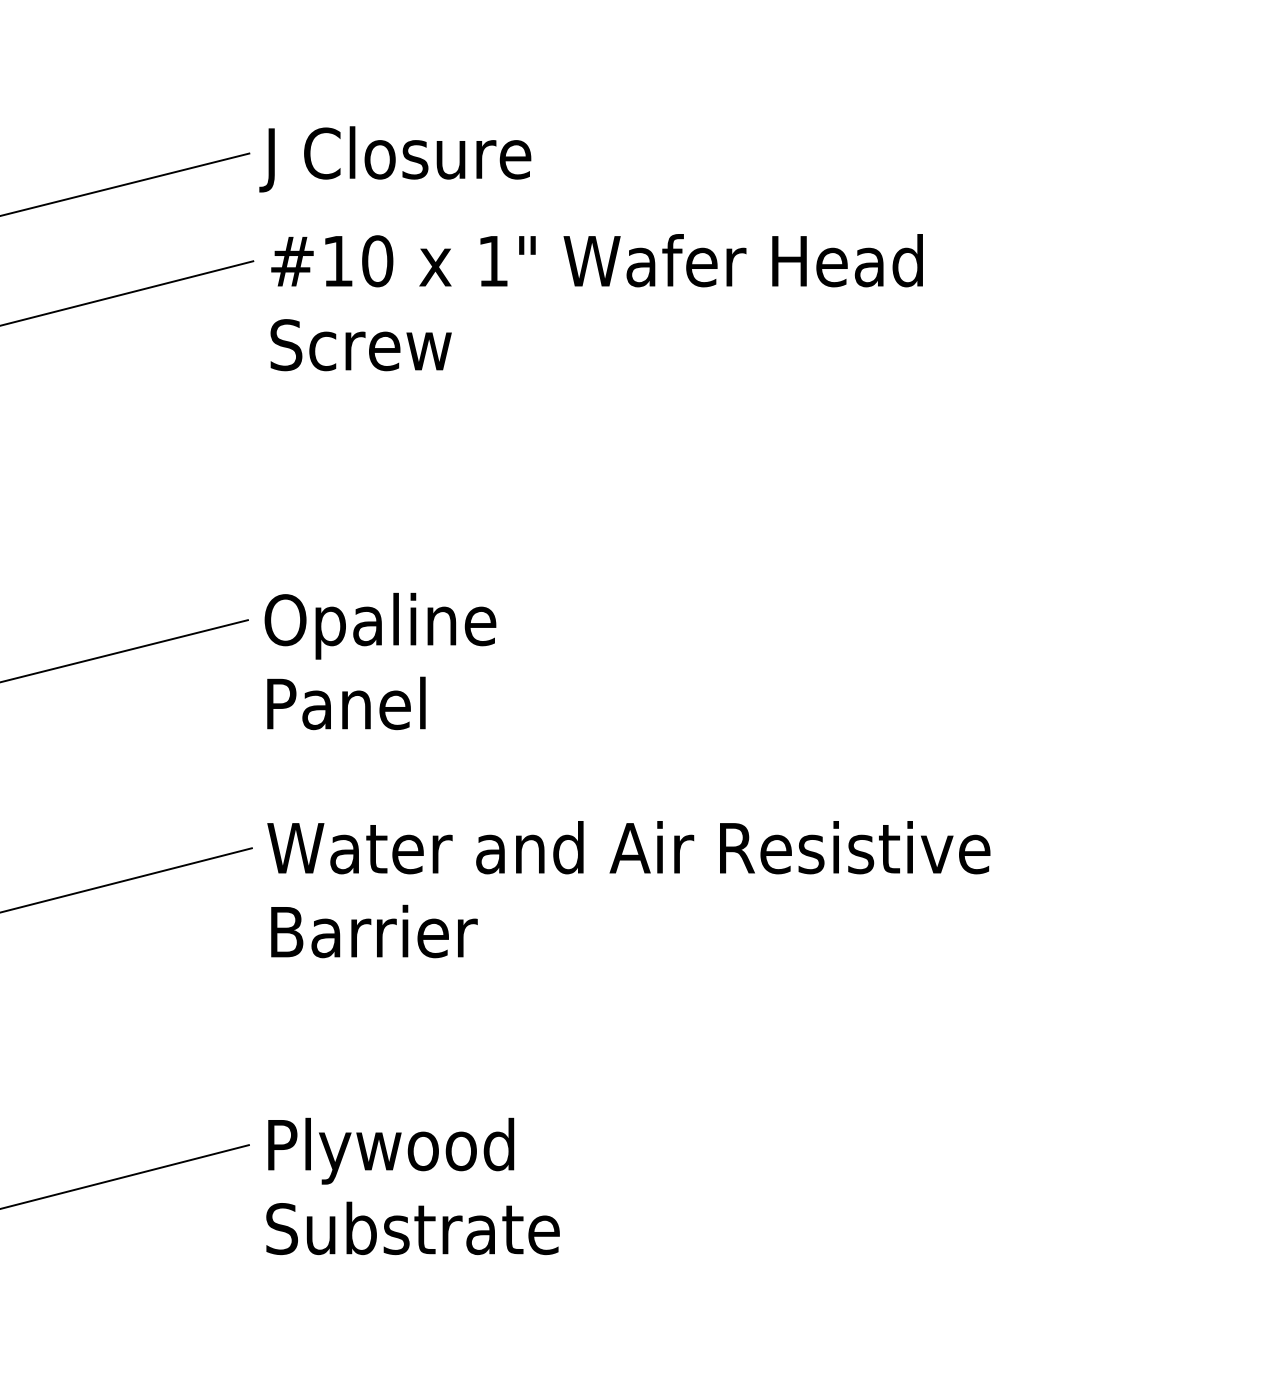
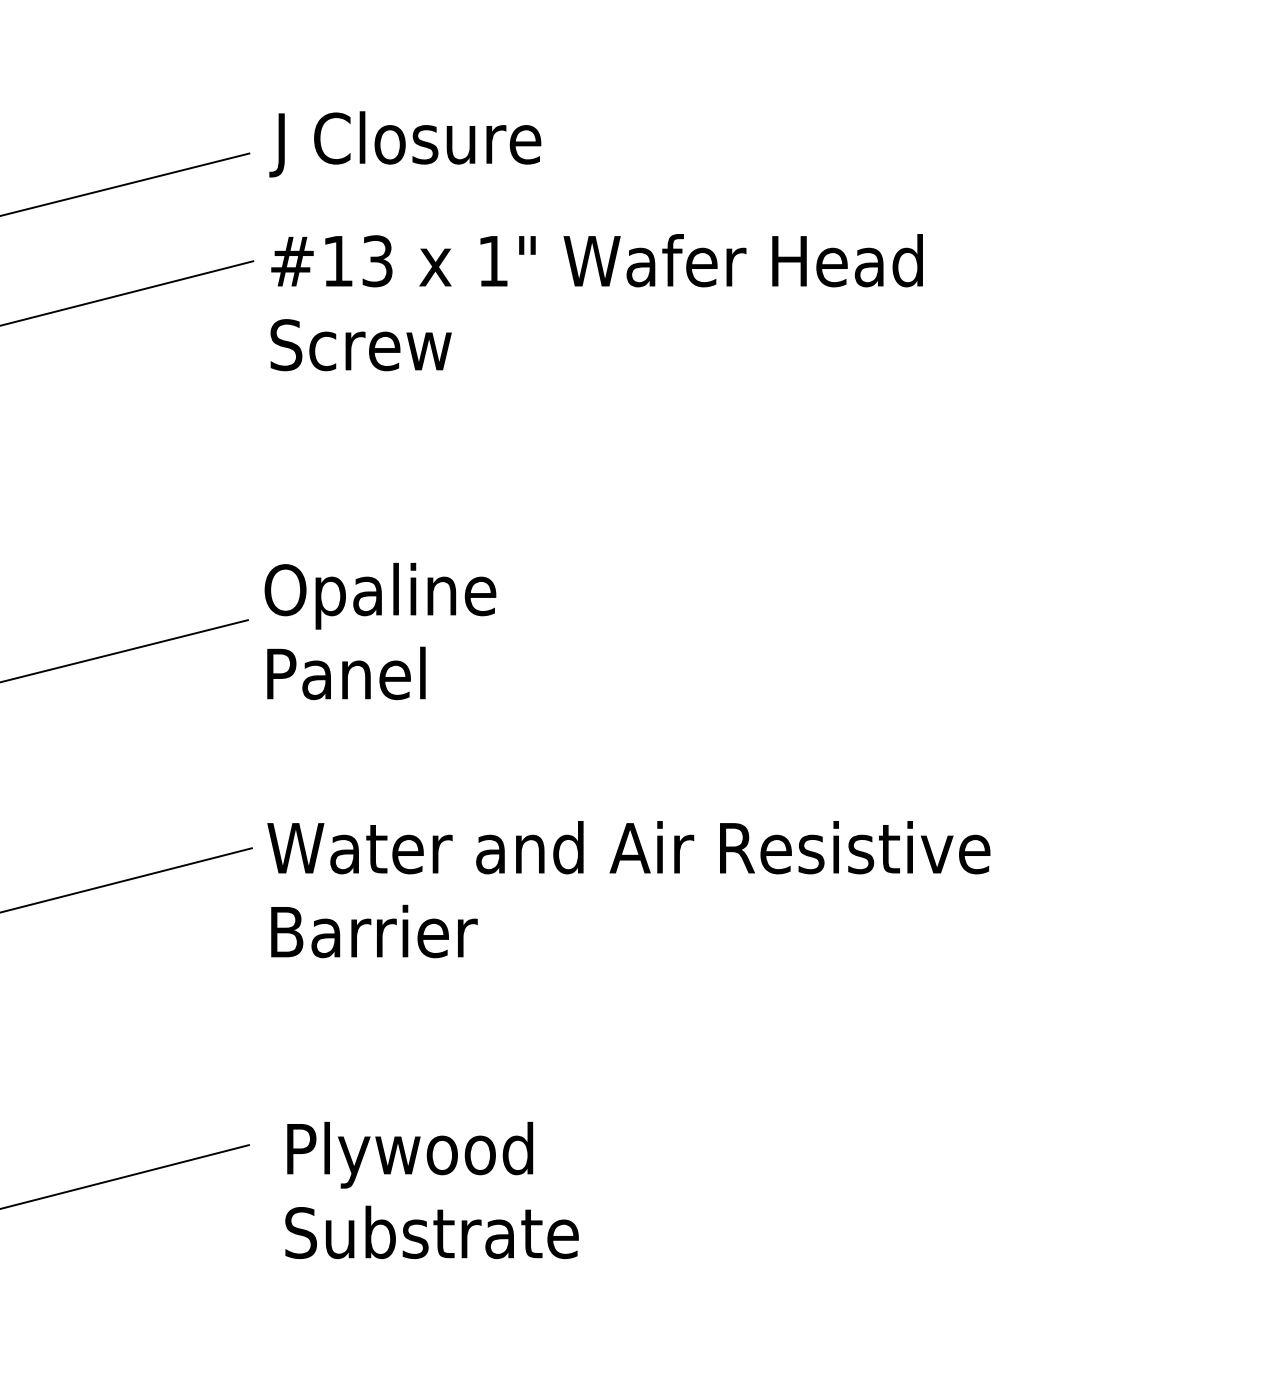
text at (395, 159) position: (395, 159) -> (405, 144)
text at (377, 261): #10 -> #13
text at (380, 661) position: (380, 661) -> (380, 631)
text at (412, 1186) position: (412, 1186) -> (431, 1190)
